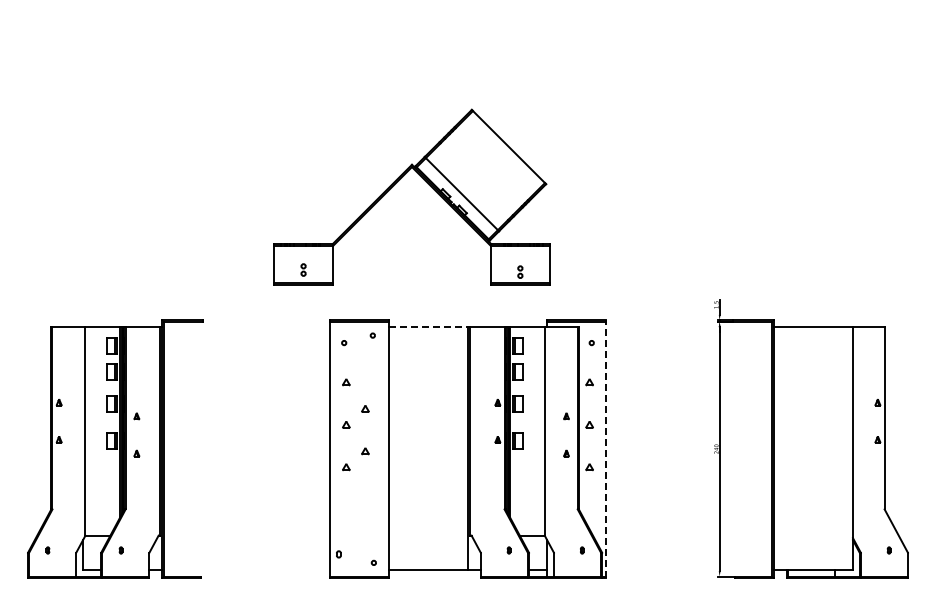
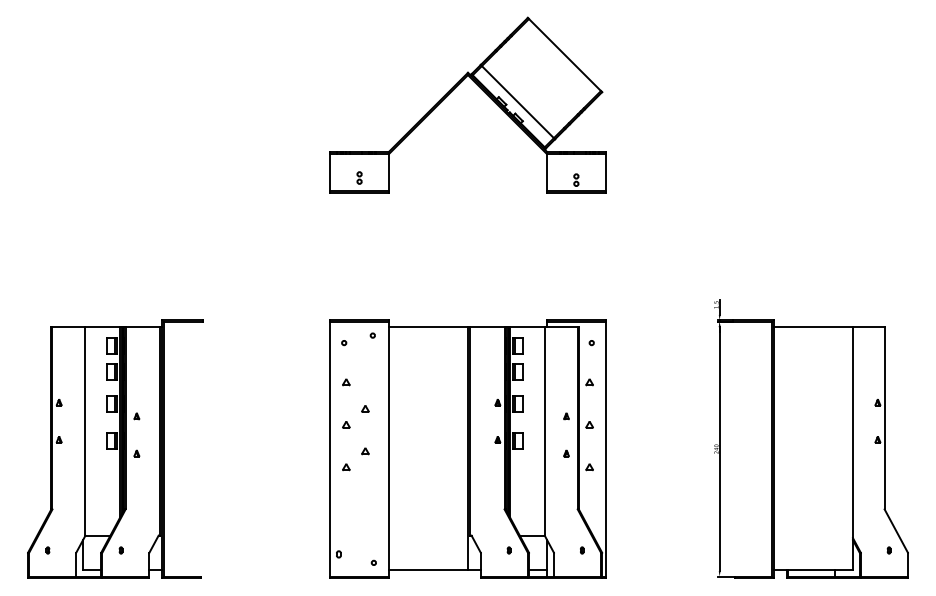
part at (397, 182) position: (397, 182) -> (453, 90)
line at (428, 327): dashed -> solid
line at (605, 449): dashed -> solid
